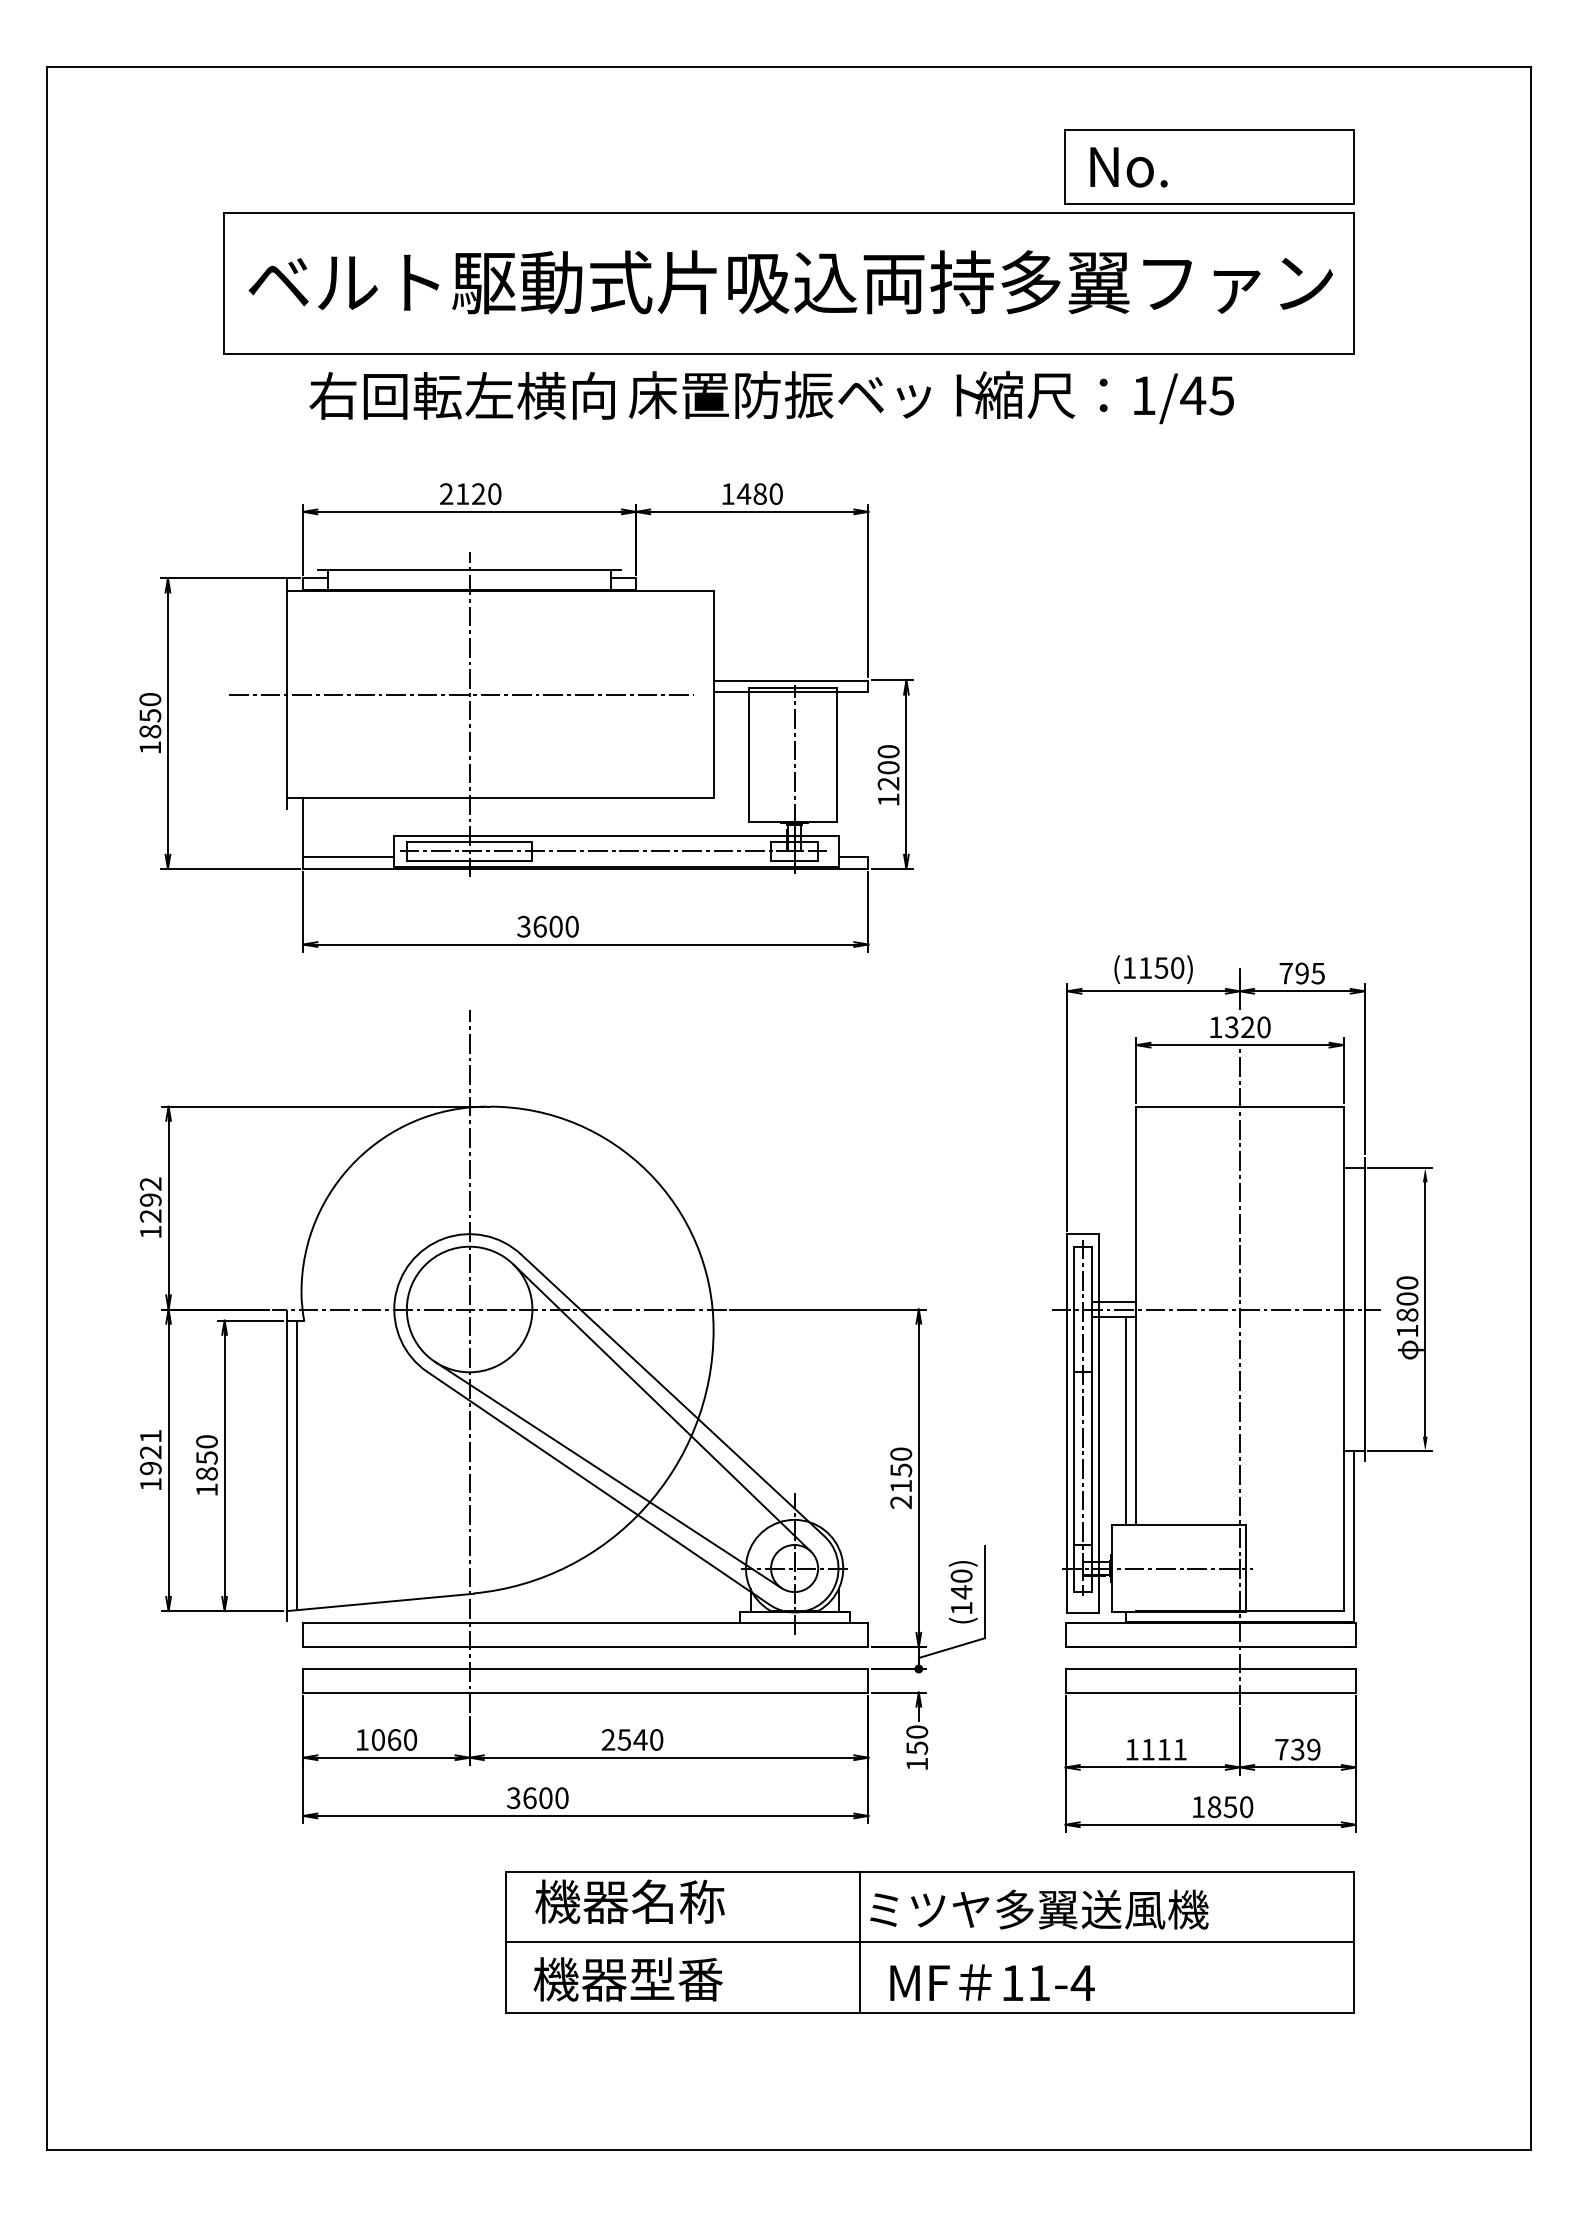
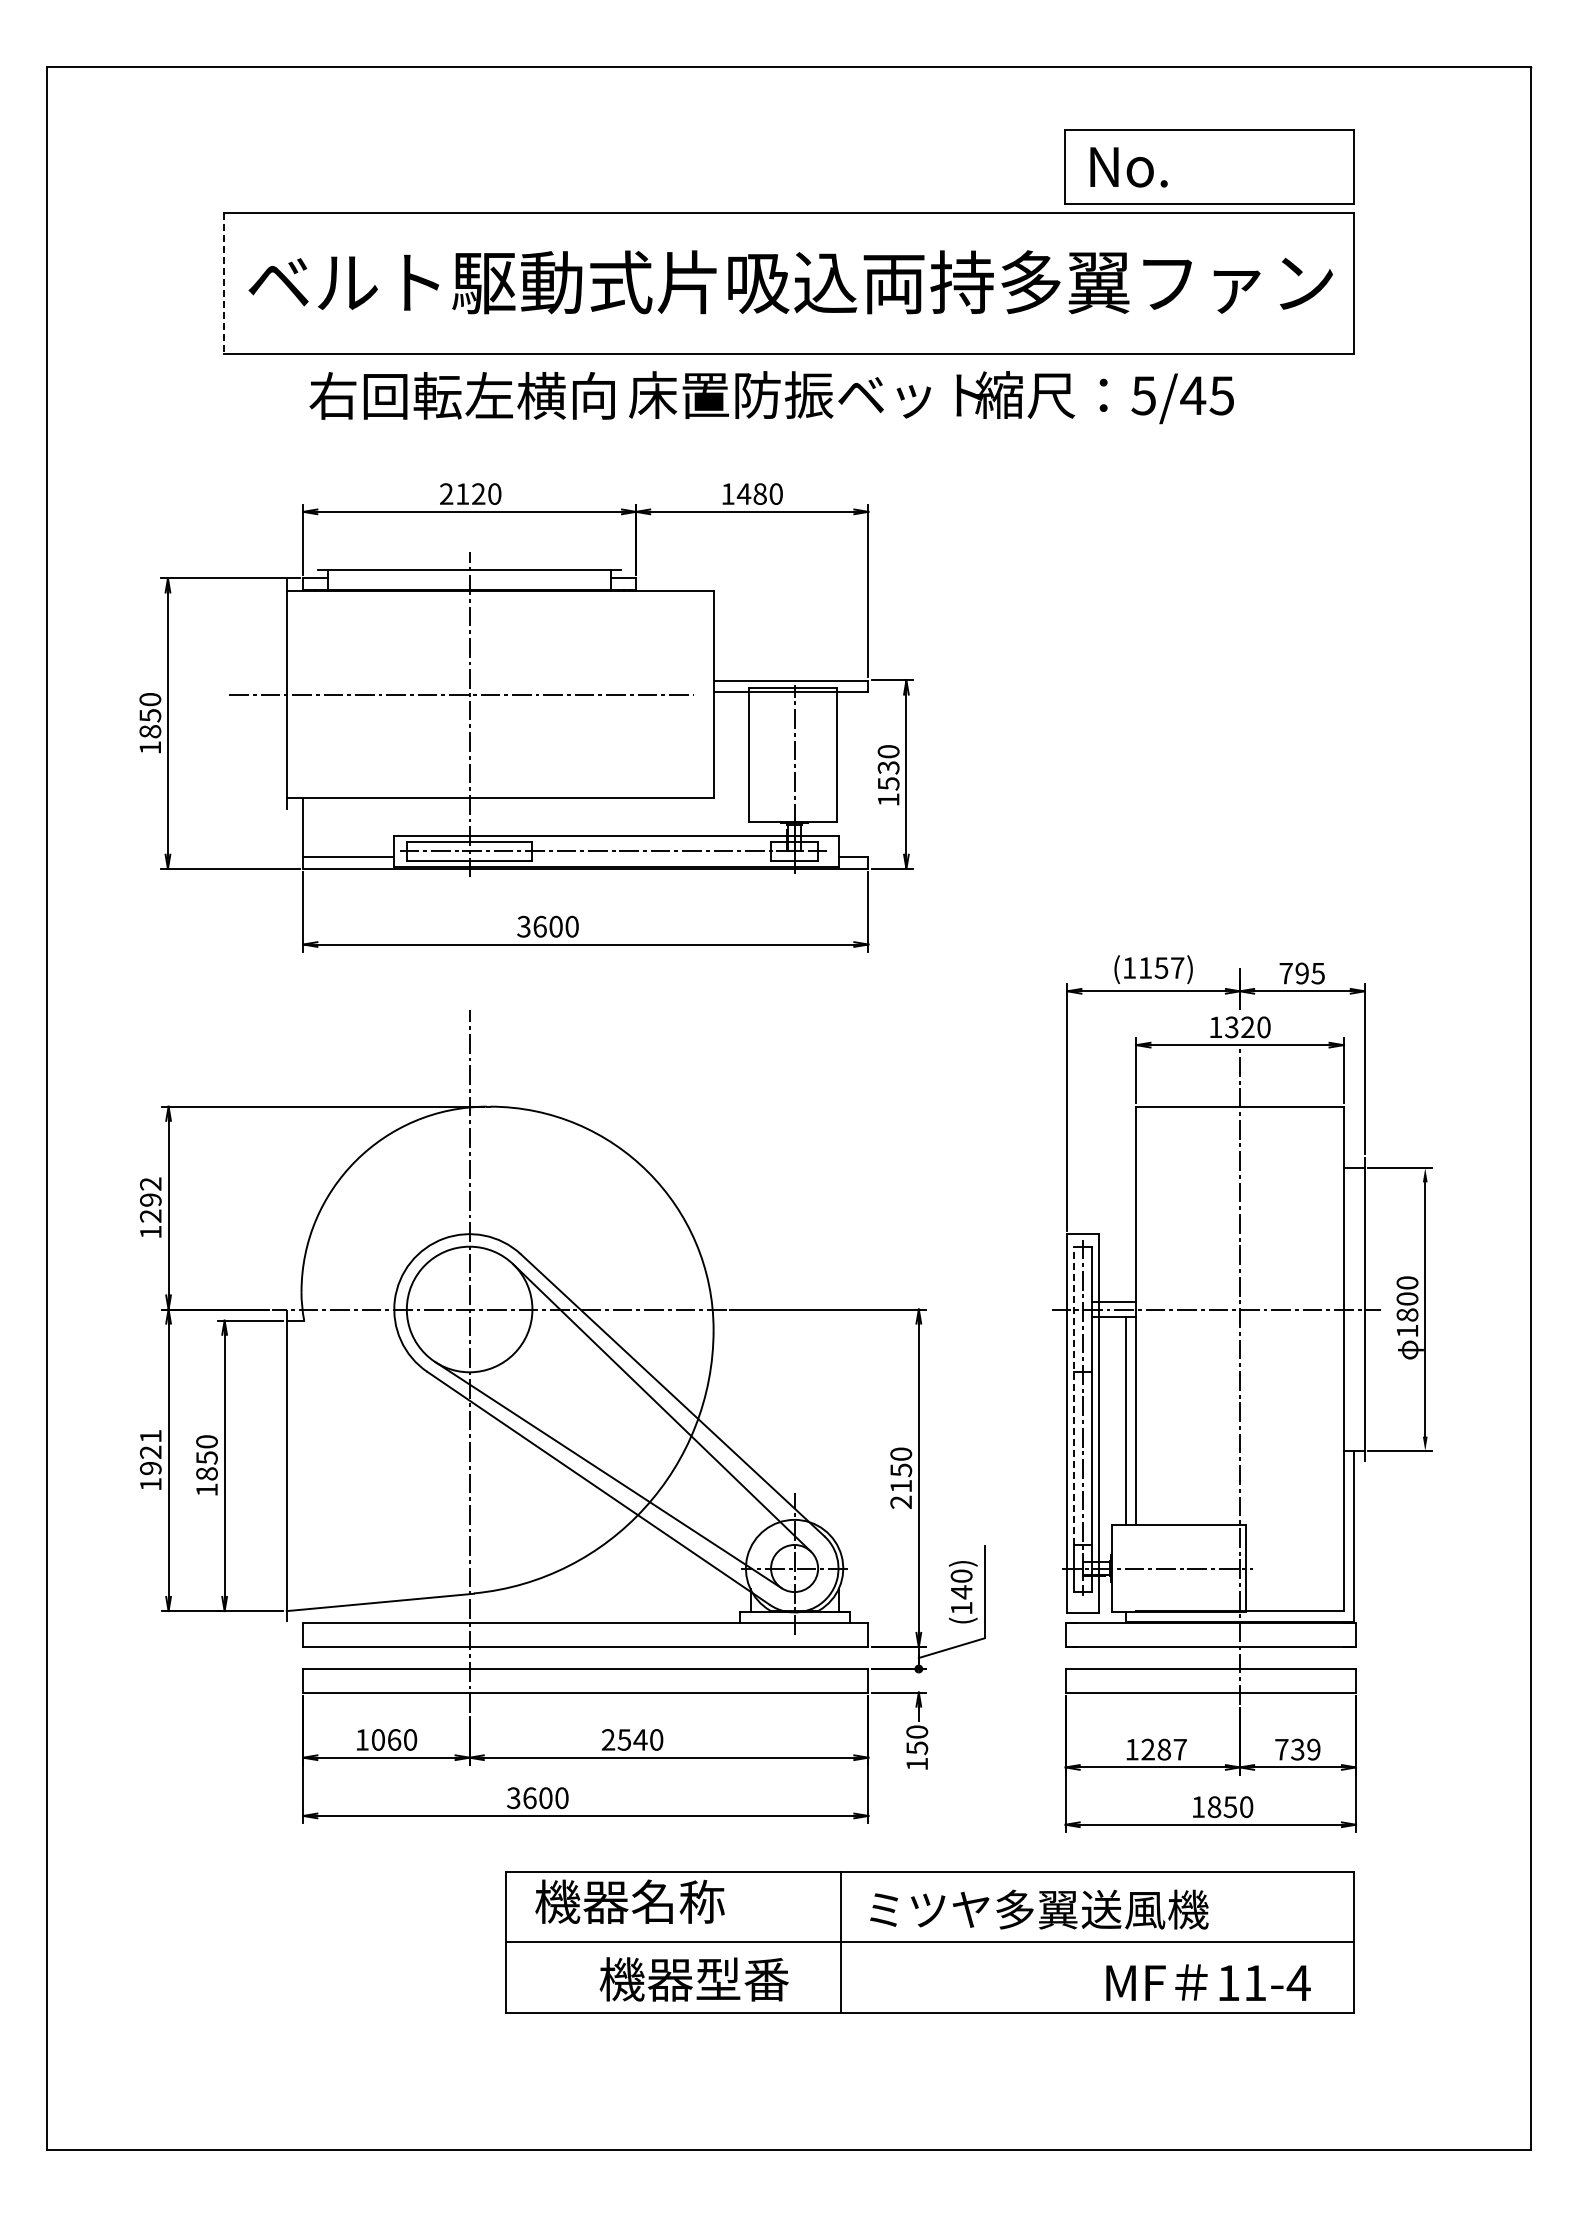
line at (223, 283): solid -> dashed
text at (1143, 395): 1/45 -> 5/45
text at (888, 775): 1200 -> 1530
text at (1177, 967): (1150) -> (1157)
line at (1073, 1395): solid -> dashed
line at (296, 1465): present -> none
text at (1163, 1749): 1111 -> 1287
line at (859, 1941) position: (859, 1941) -> (840, 1941)
text at (627, 1979) position: (627, 1979) -> (693, 1979)
text at (992, 1982) position: (992, 1982) -> (1208, 1982)
